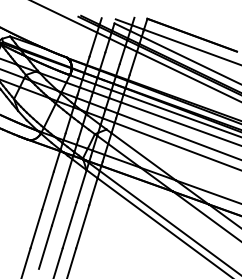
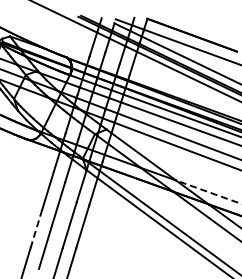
line at (208, 192): solid -> dashed
line at (36, 229): solid -> dashed
